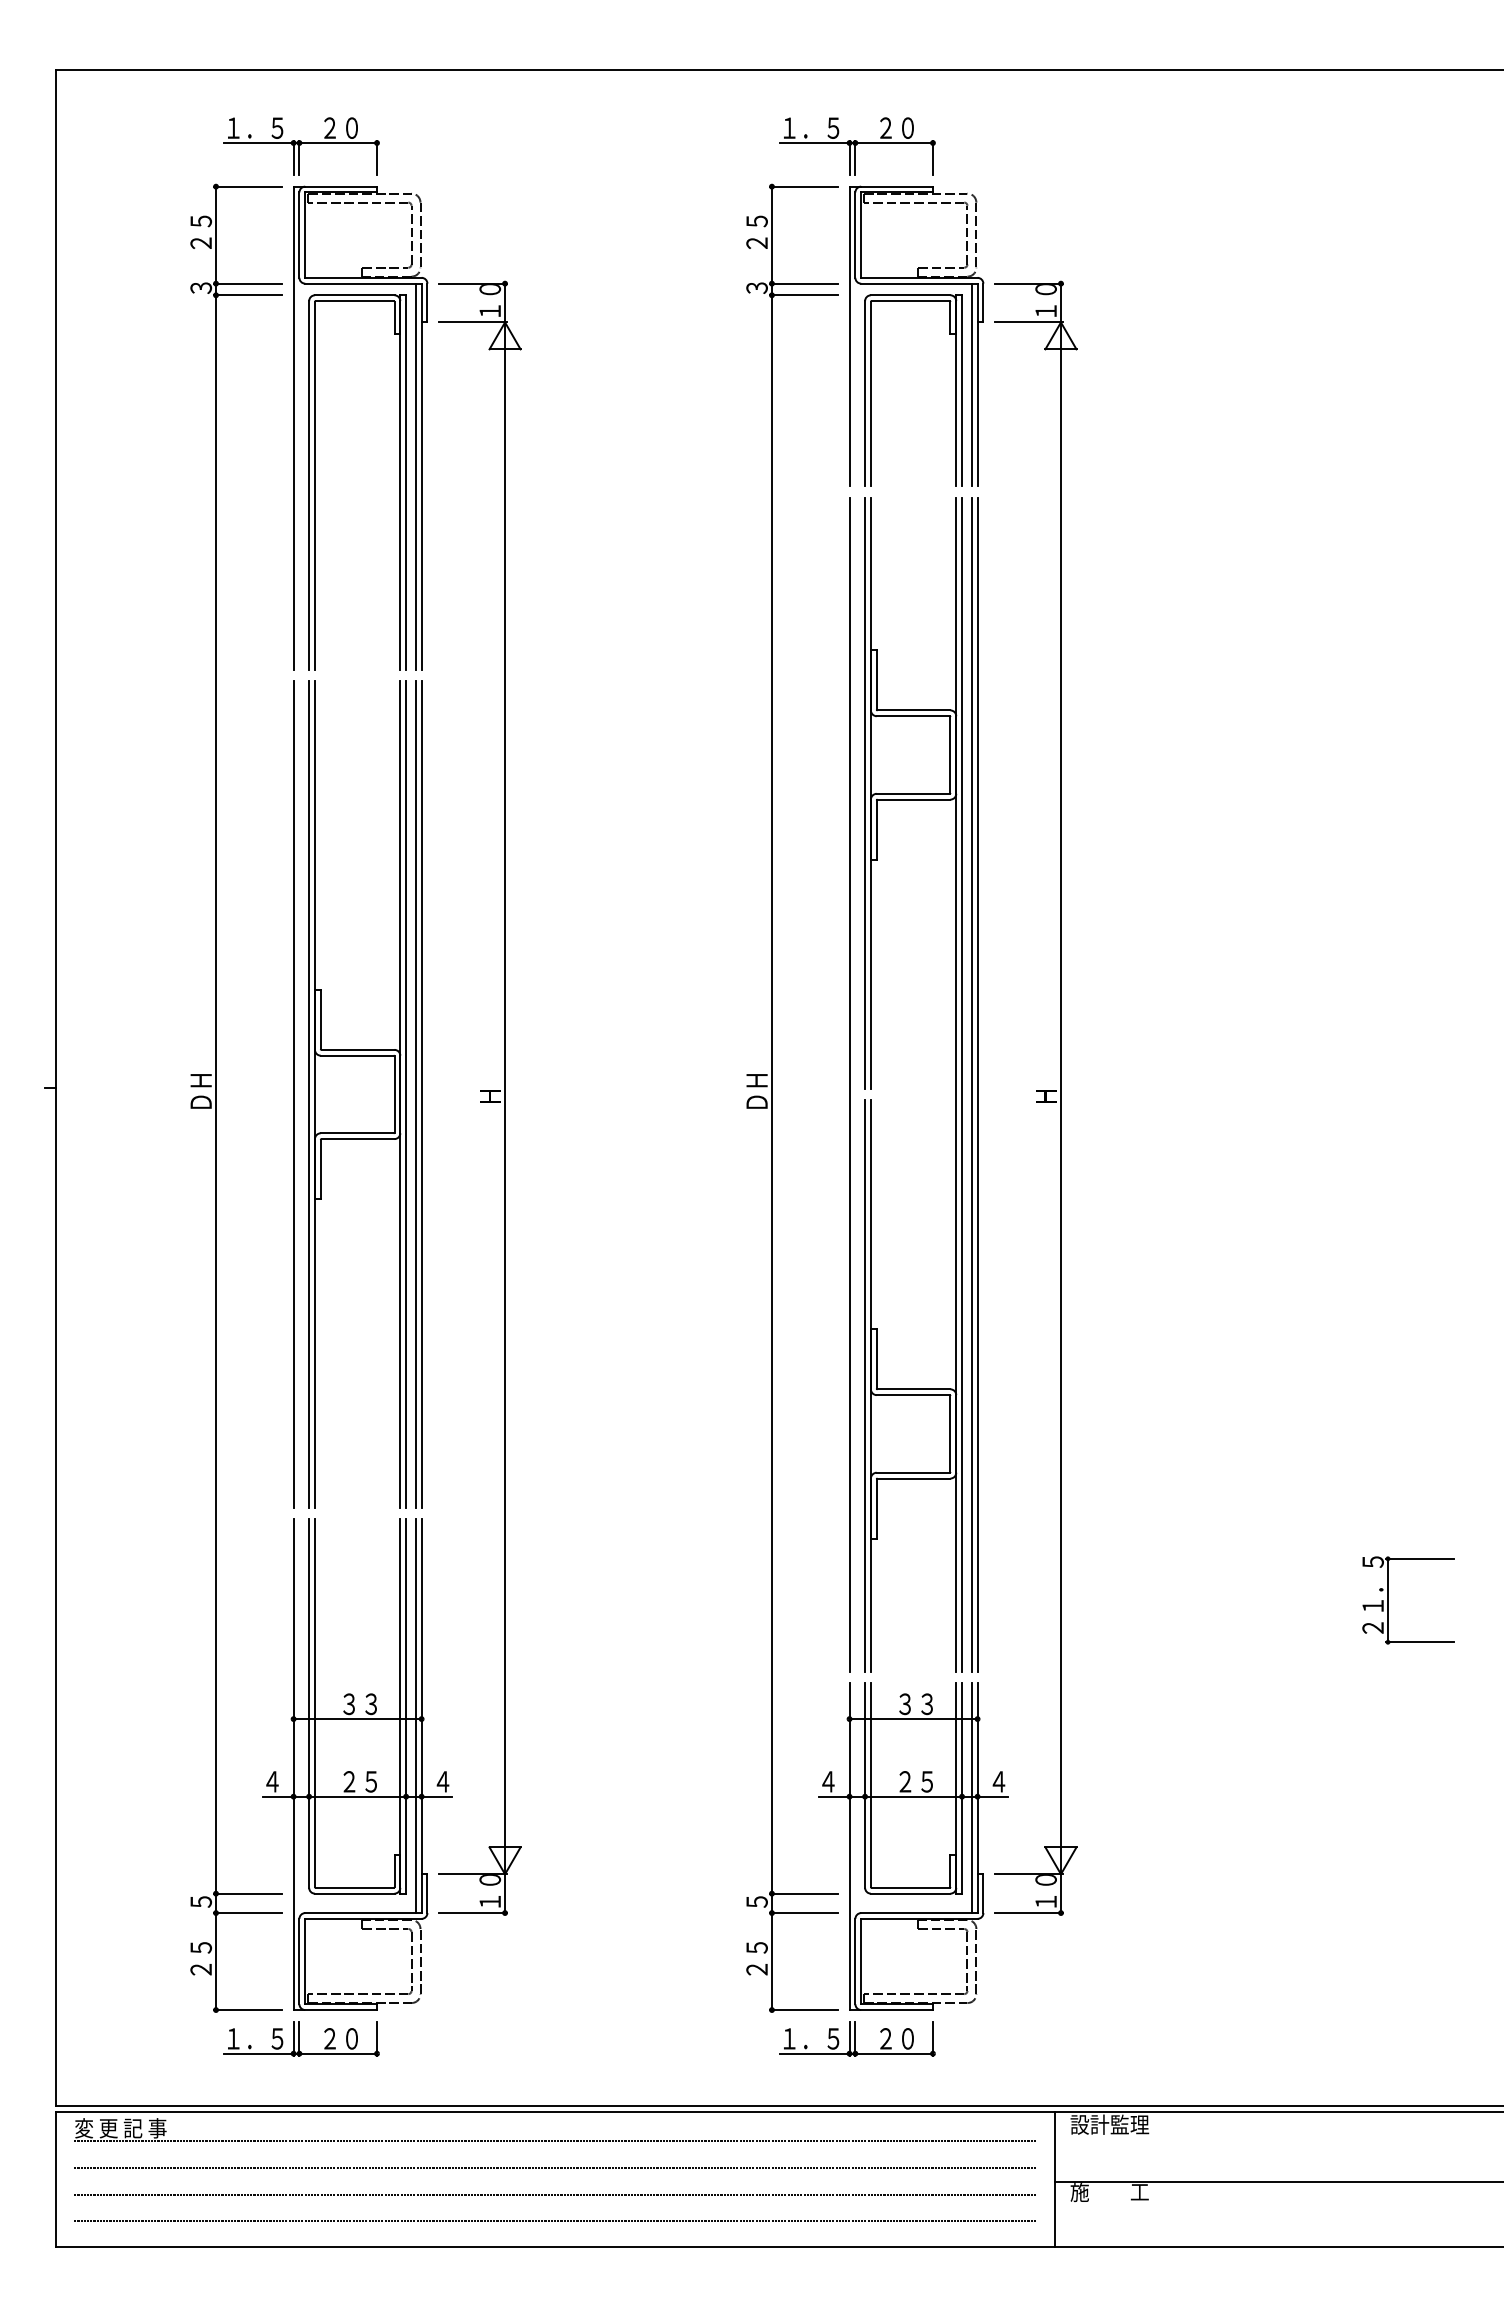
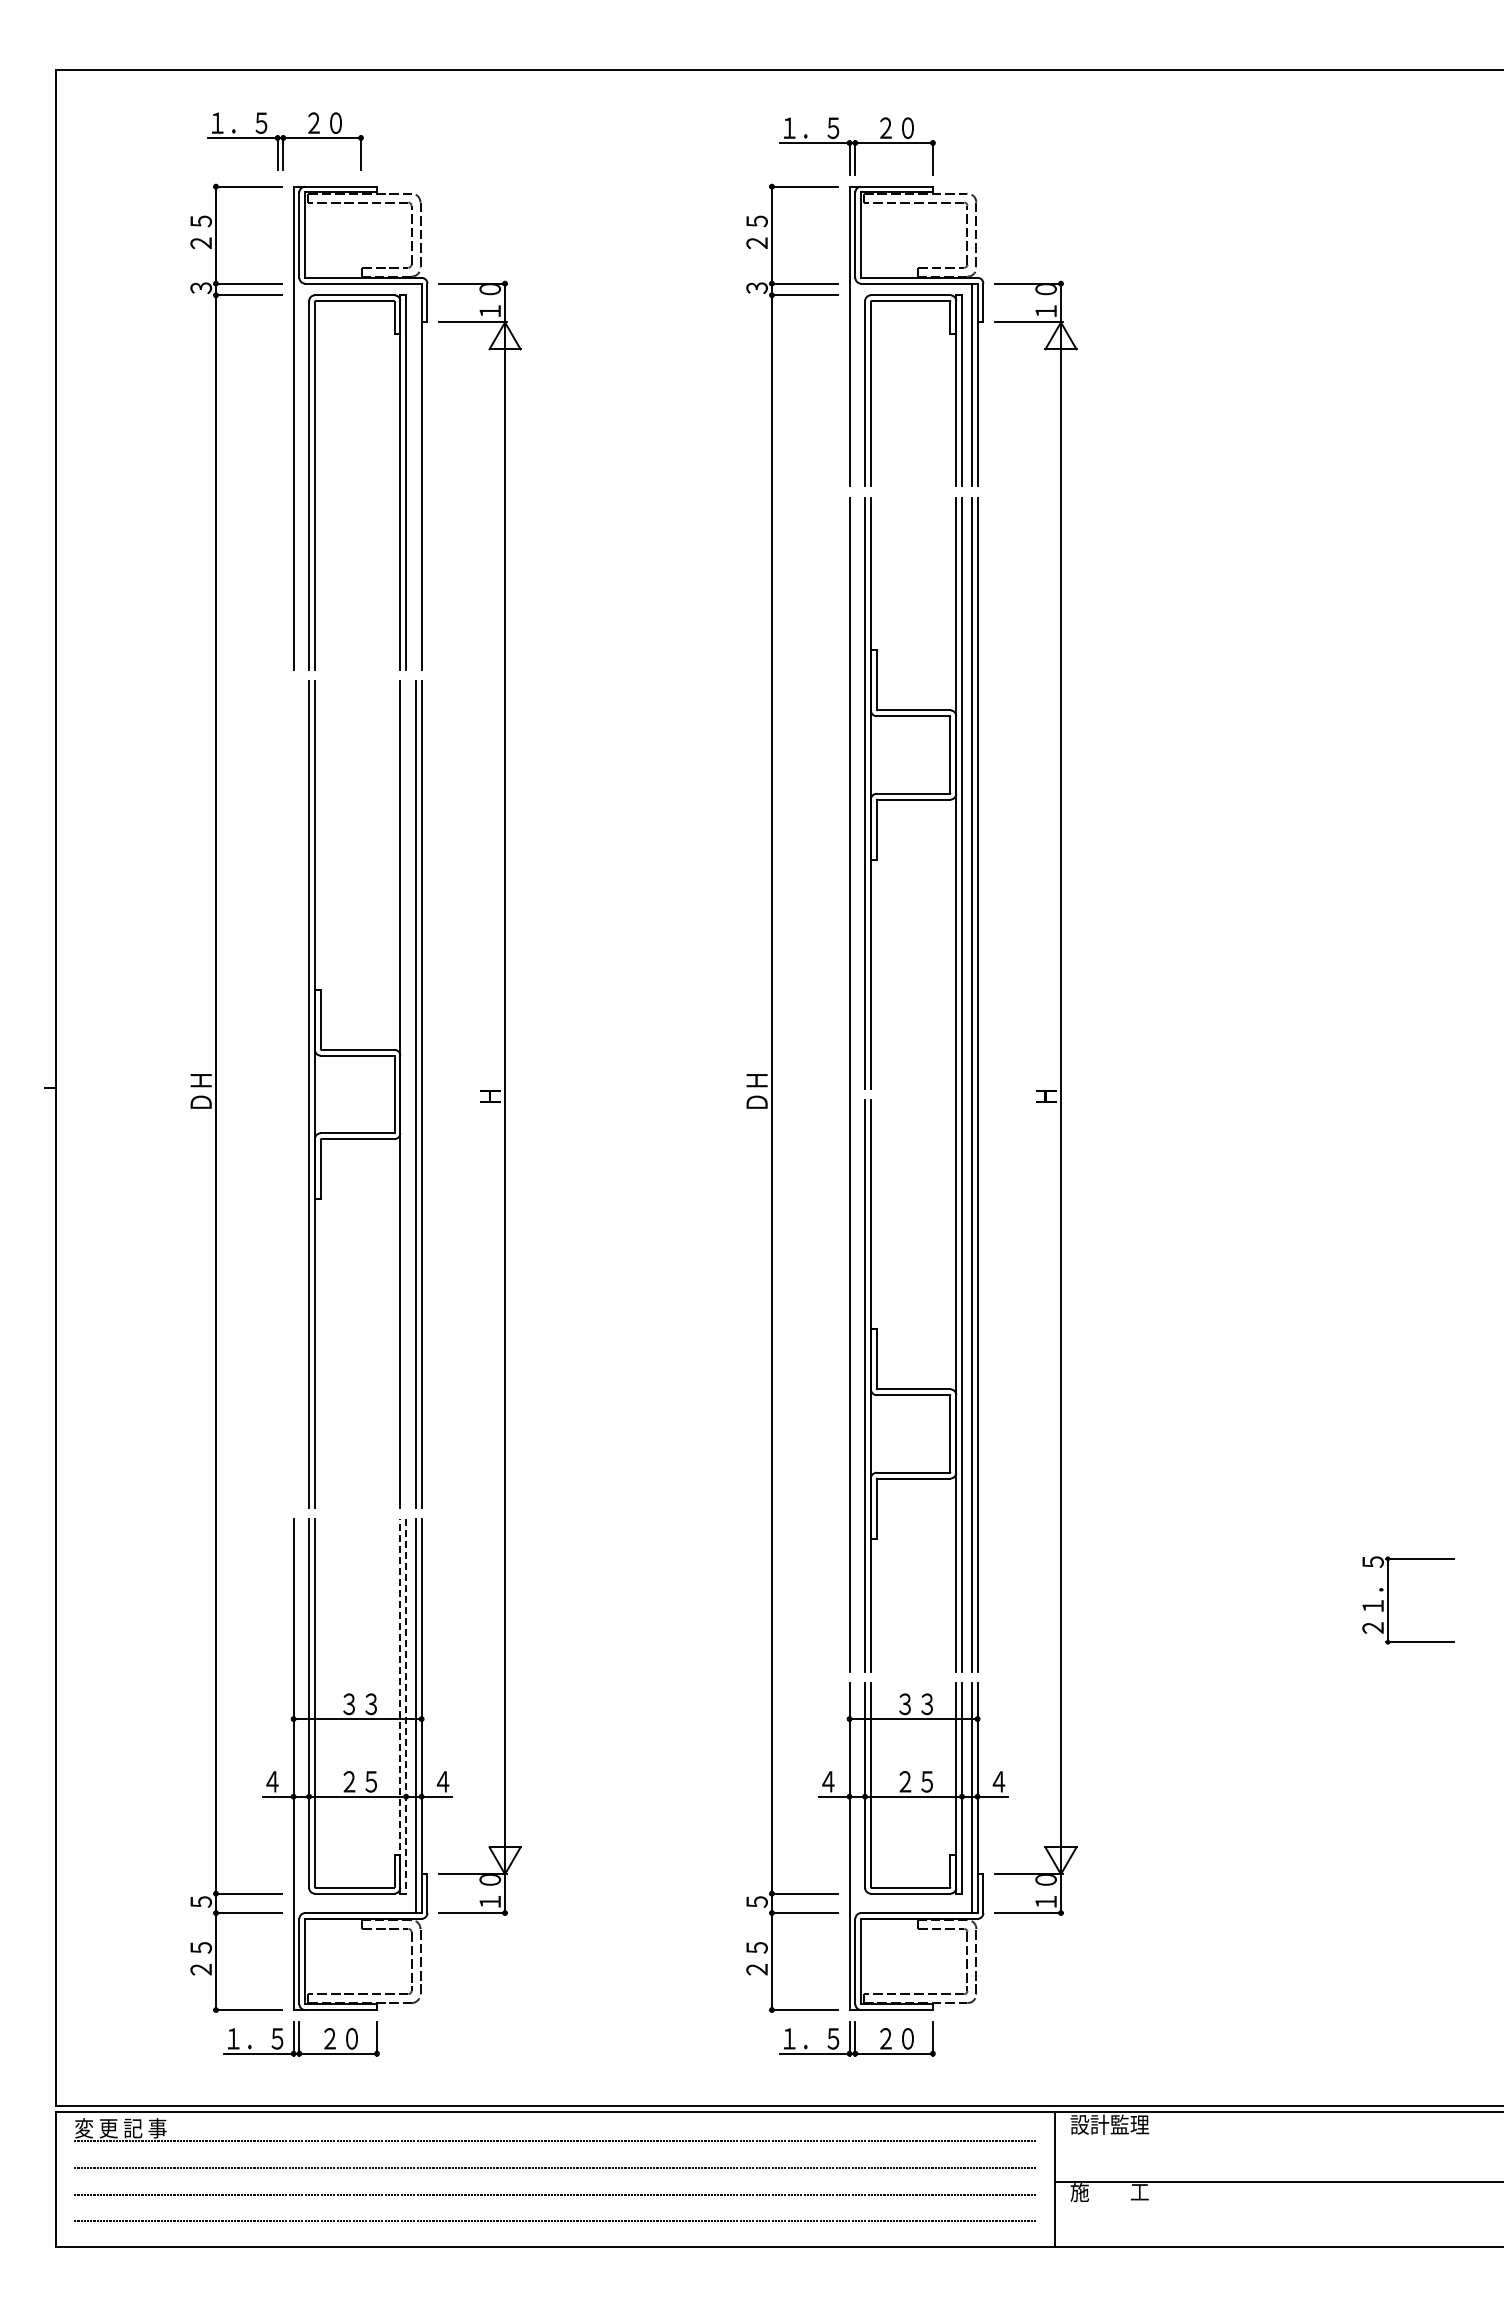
part at (301, 146) position: (301, 146) -> (285, 141)
line at (415, 476): present -> none
line at (293, 1094): present -> none
line at (406, 1094): present -> none
line at (400, 1705): solid -> dashed
line at (406, 1706): solid -> dashed
